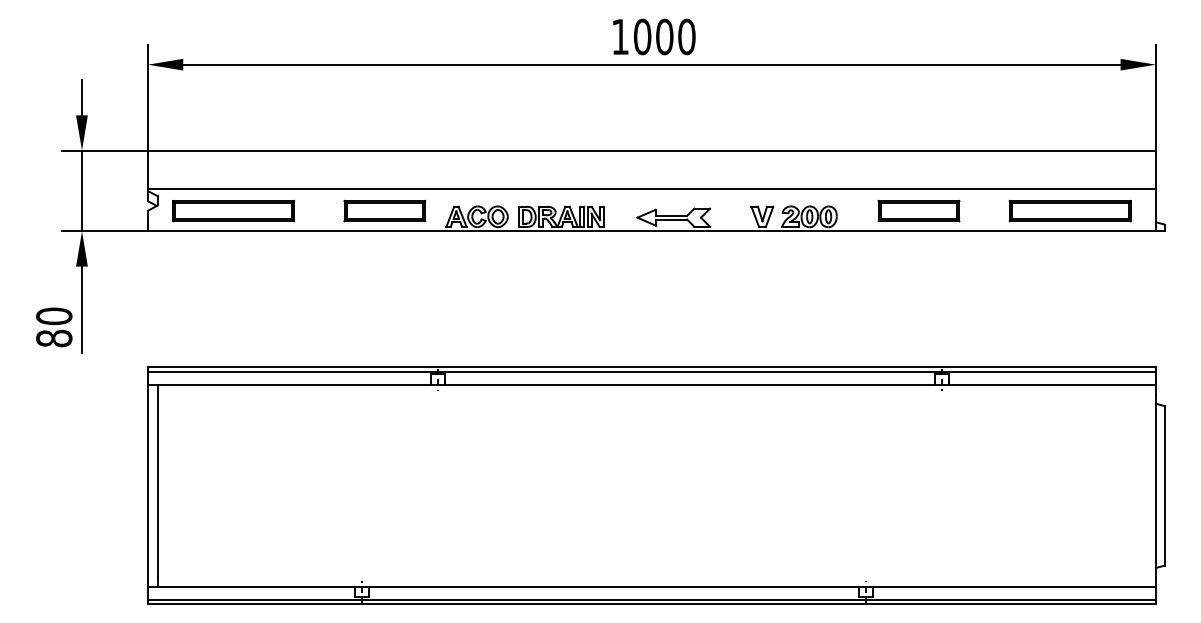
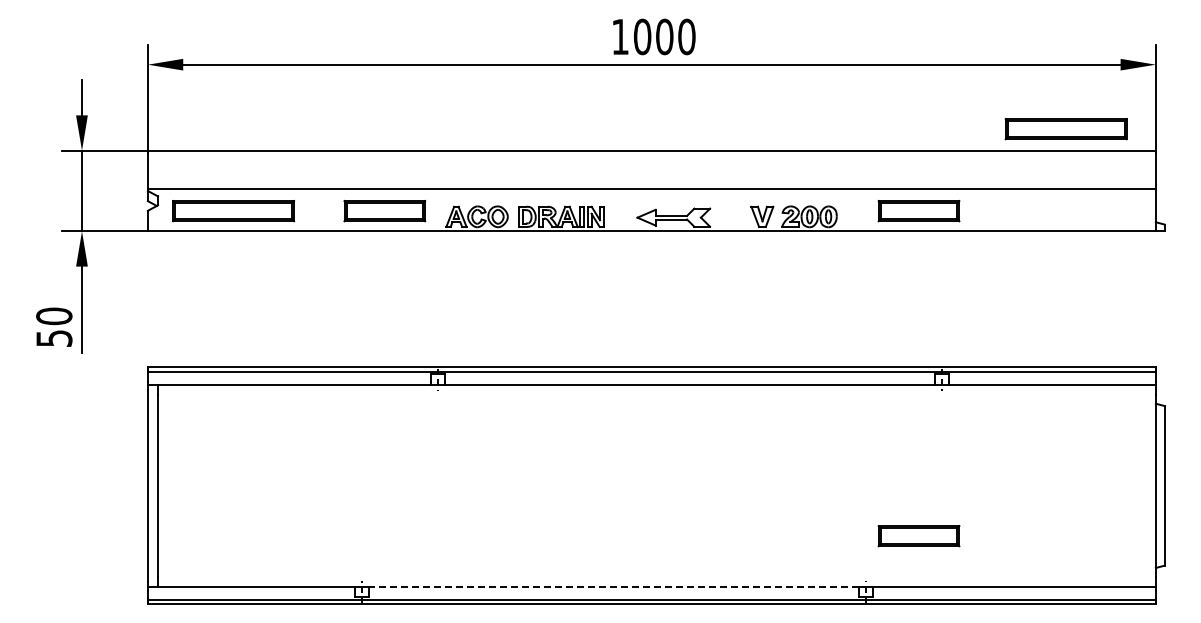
part at (1069, 211) position: (1069, 211) -> (1065, 129)
text at (54, 338): 80 -> 50
part at (918, 536): none -> present
line at (613, 586): solid -> dashed
